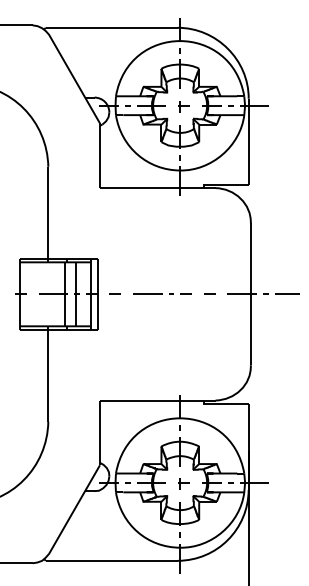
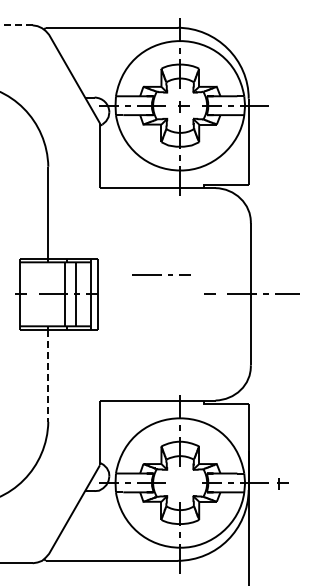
line at (16, 25): solid -> dashed
line at (114, 293): present -> none
line at (162, 293) position: (162, 293) -> (161, 274)
line at (48, 376): solid -> dashed
part at (183, 483) position: (183, 483) -> (282, 483)
